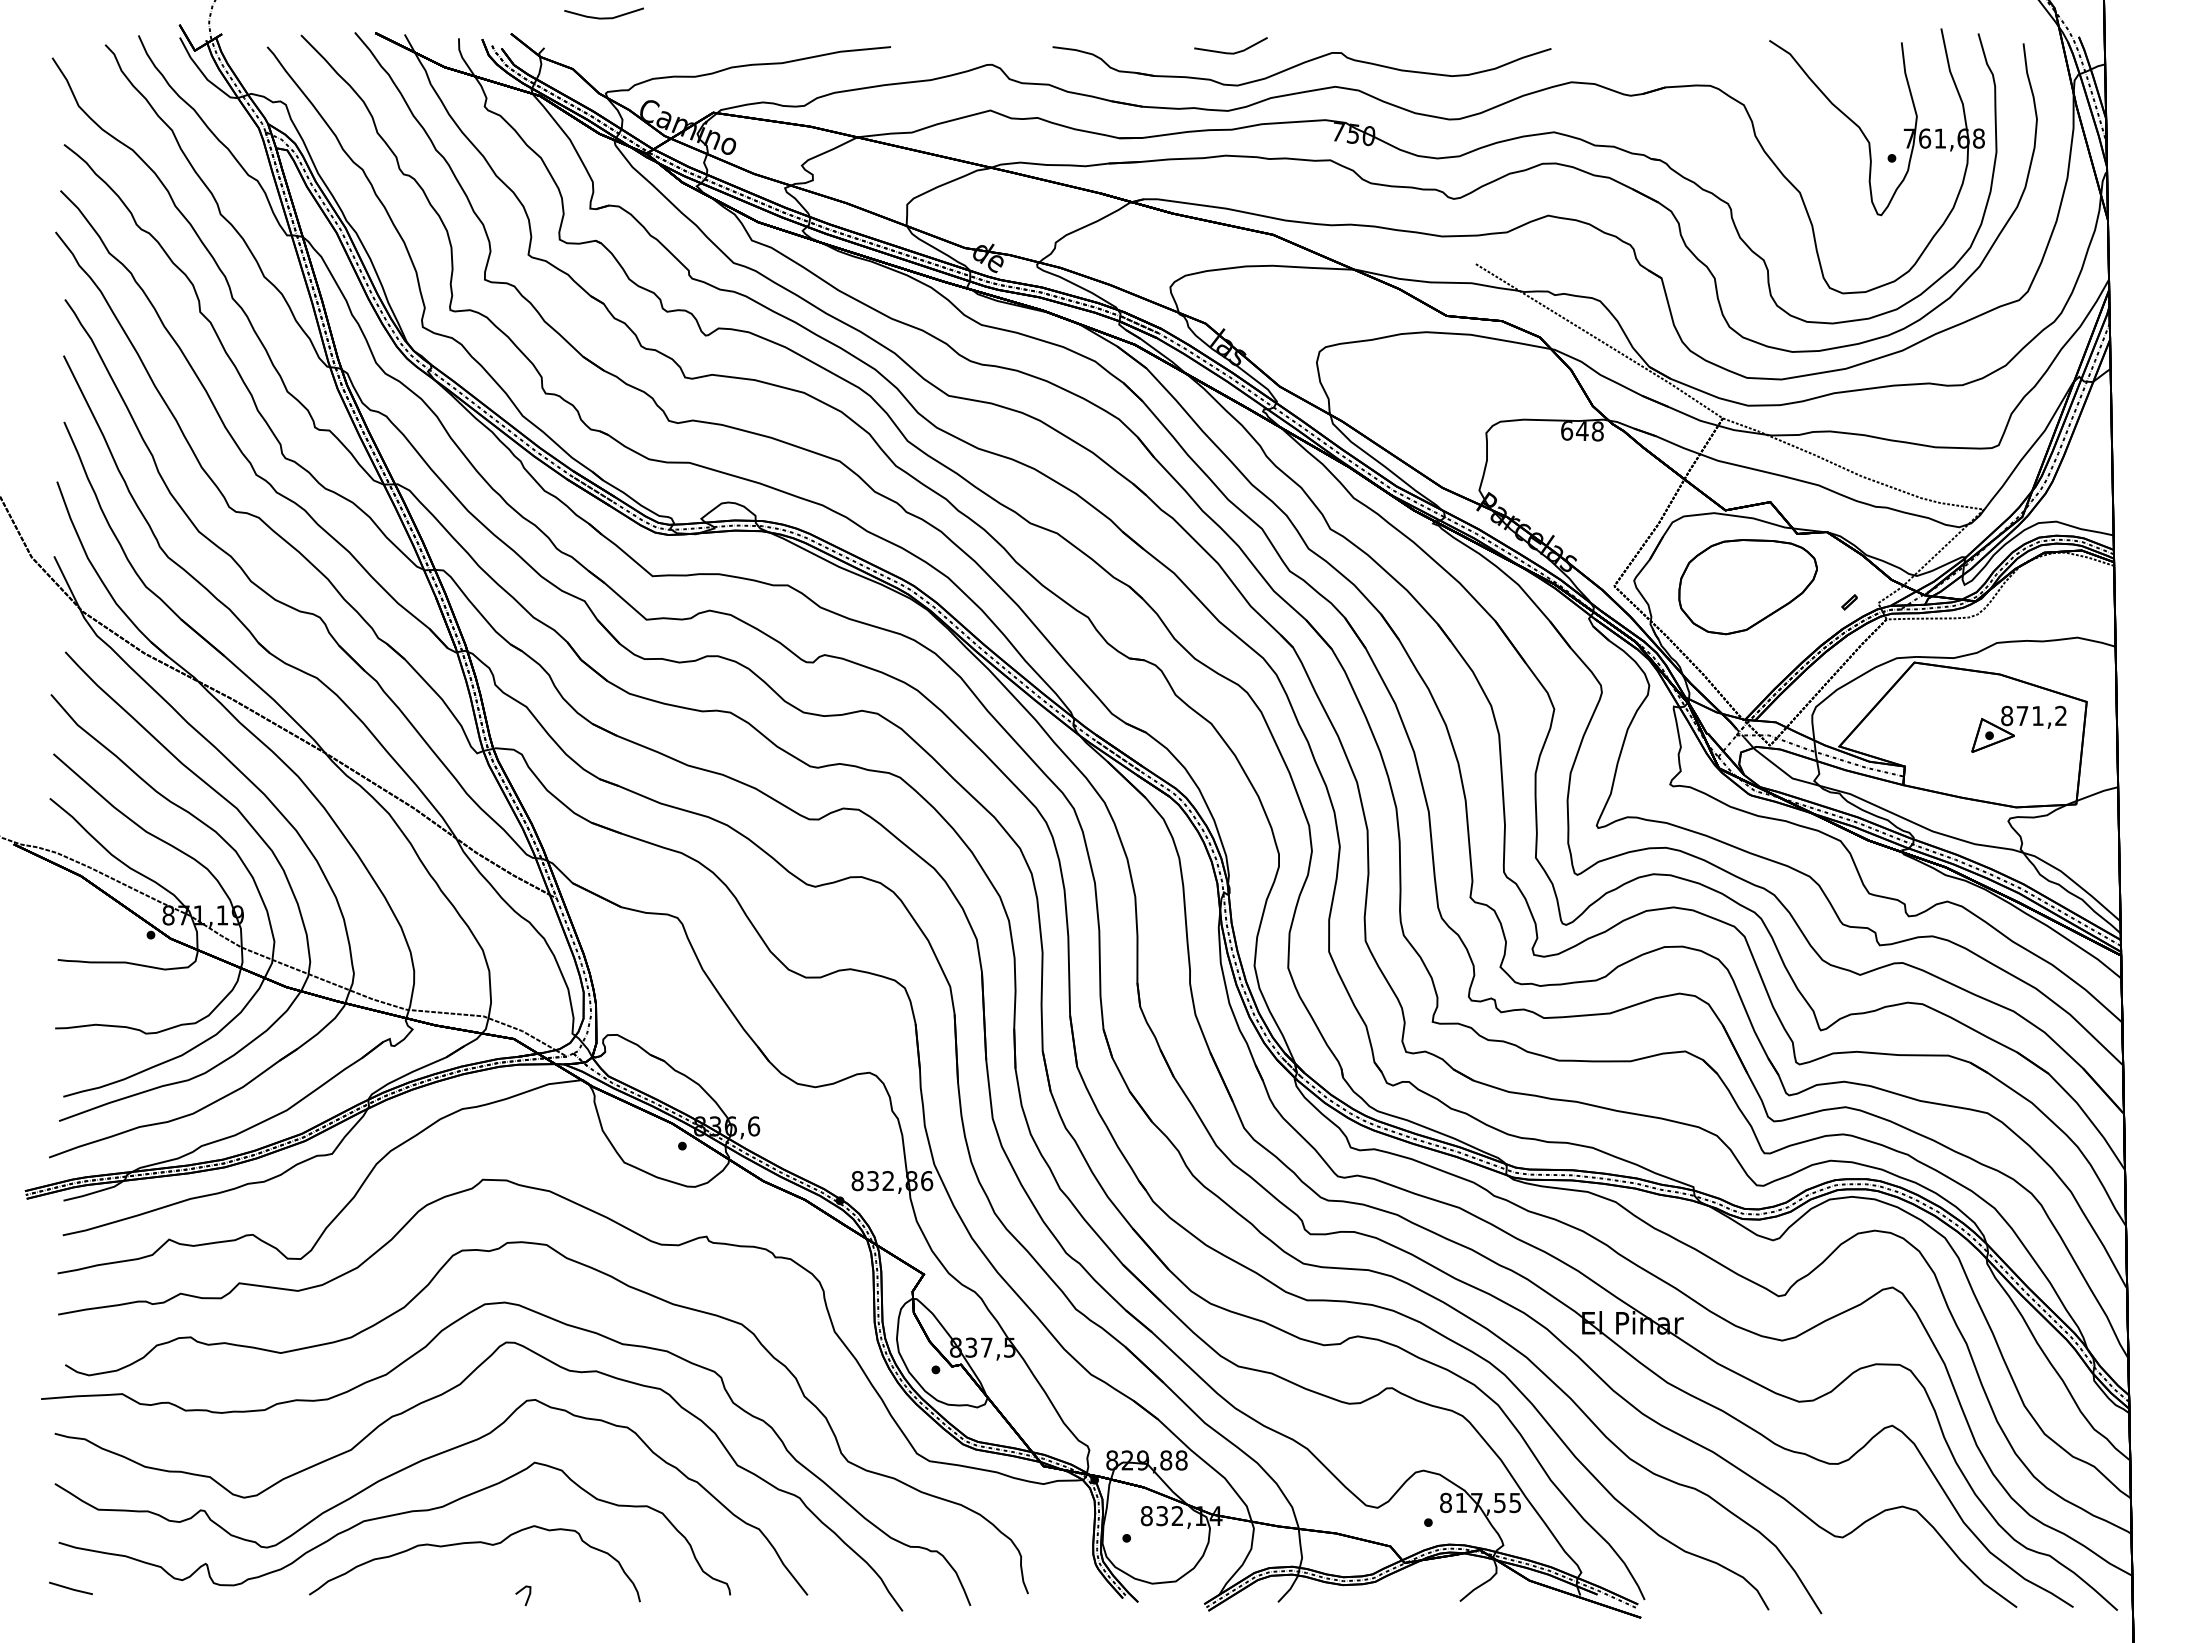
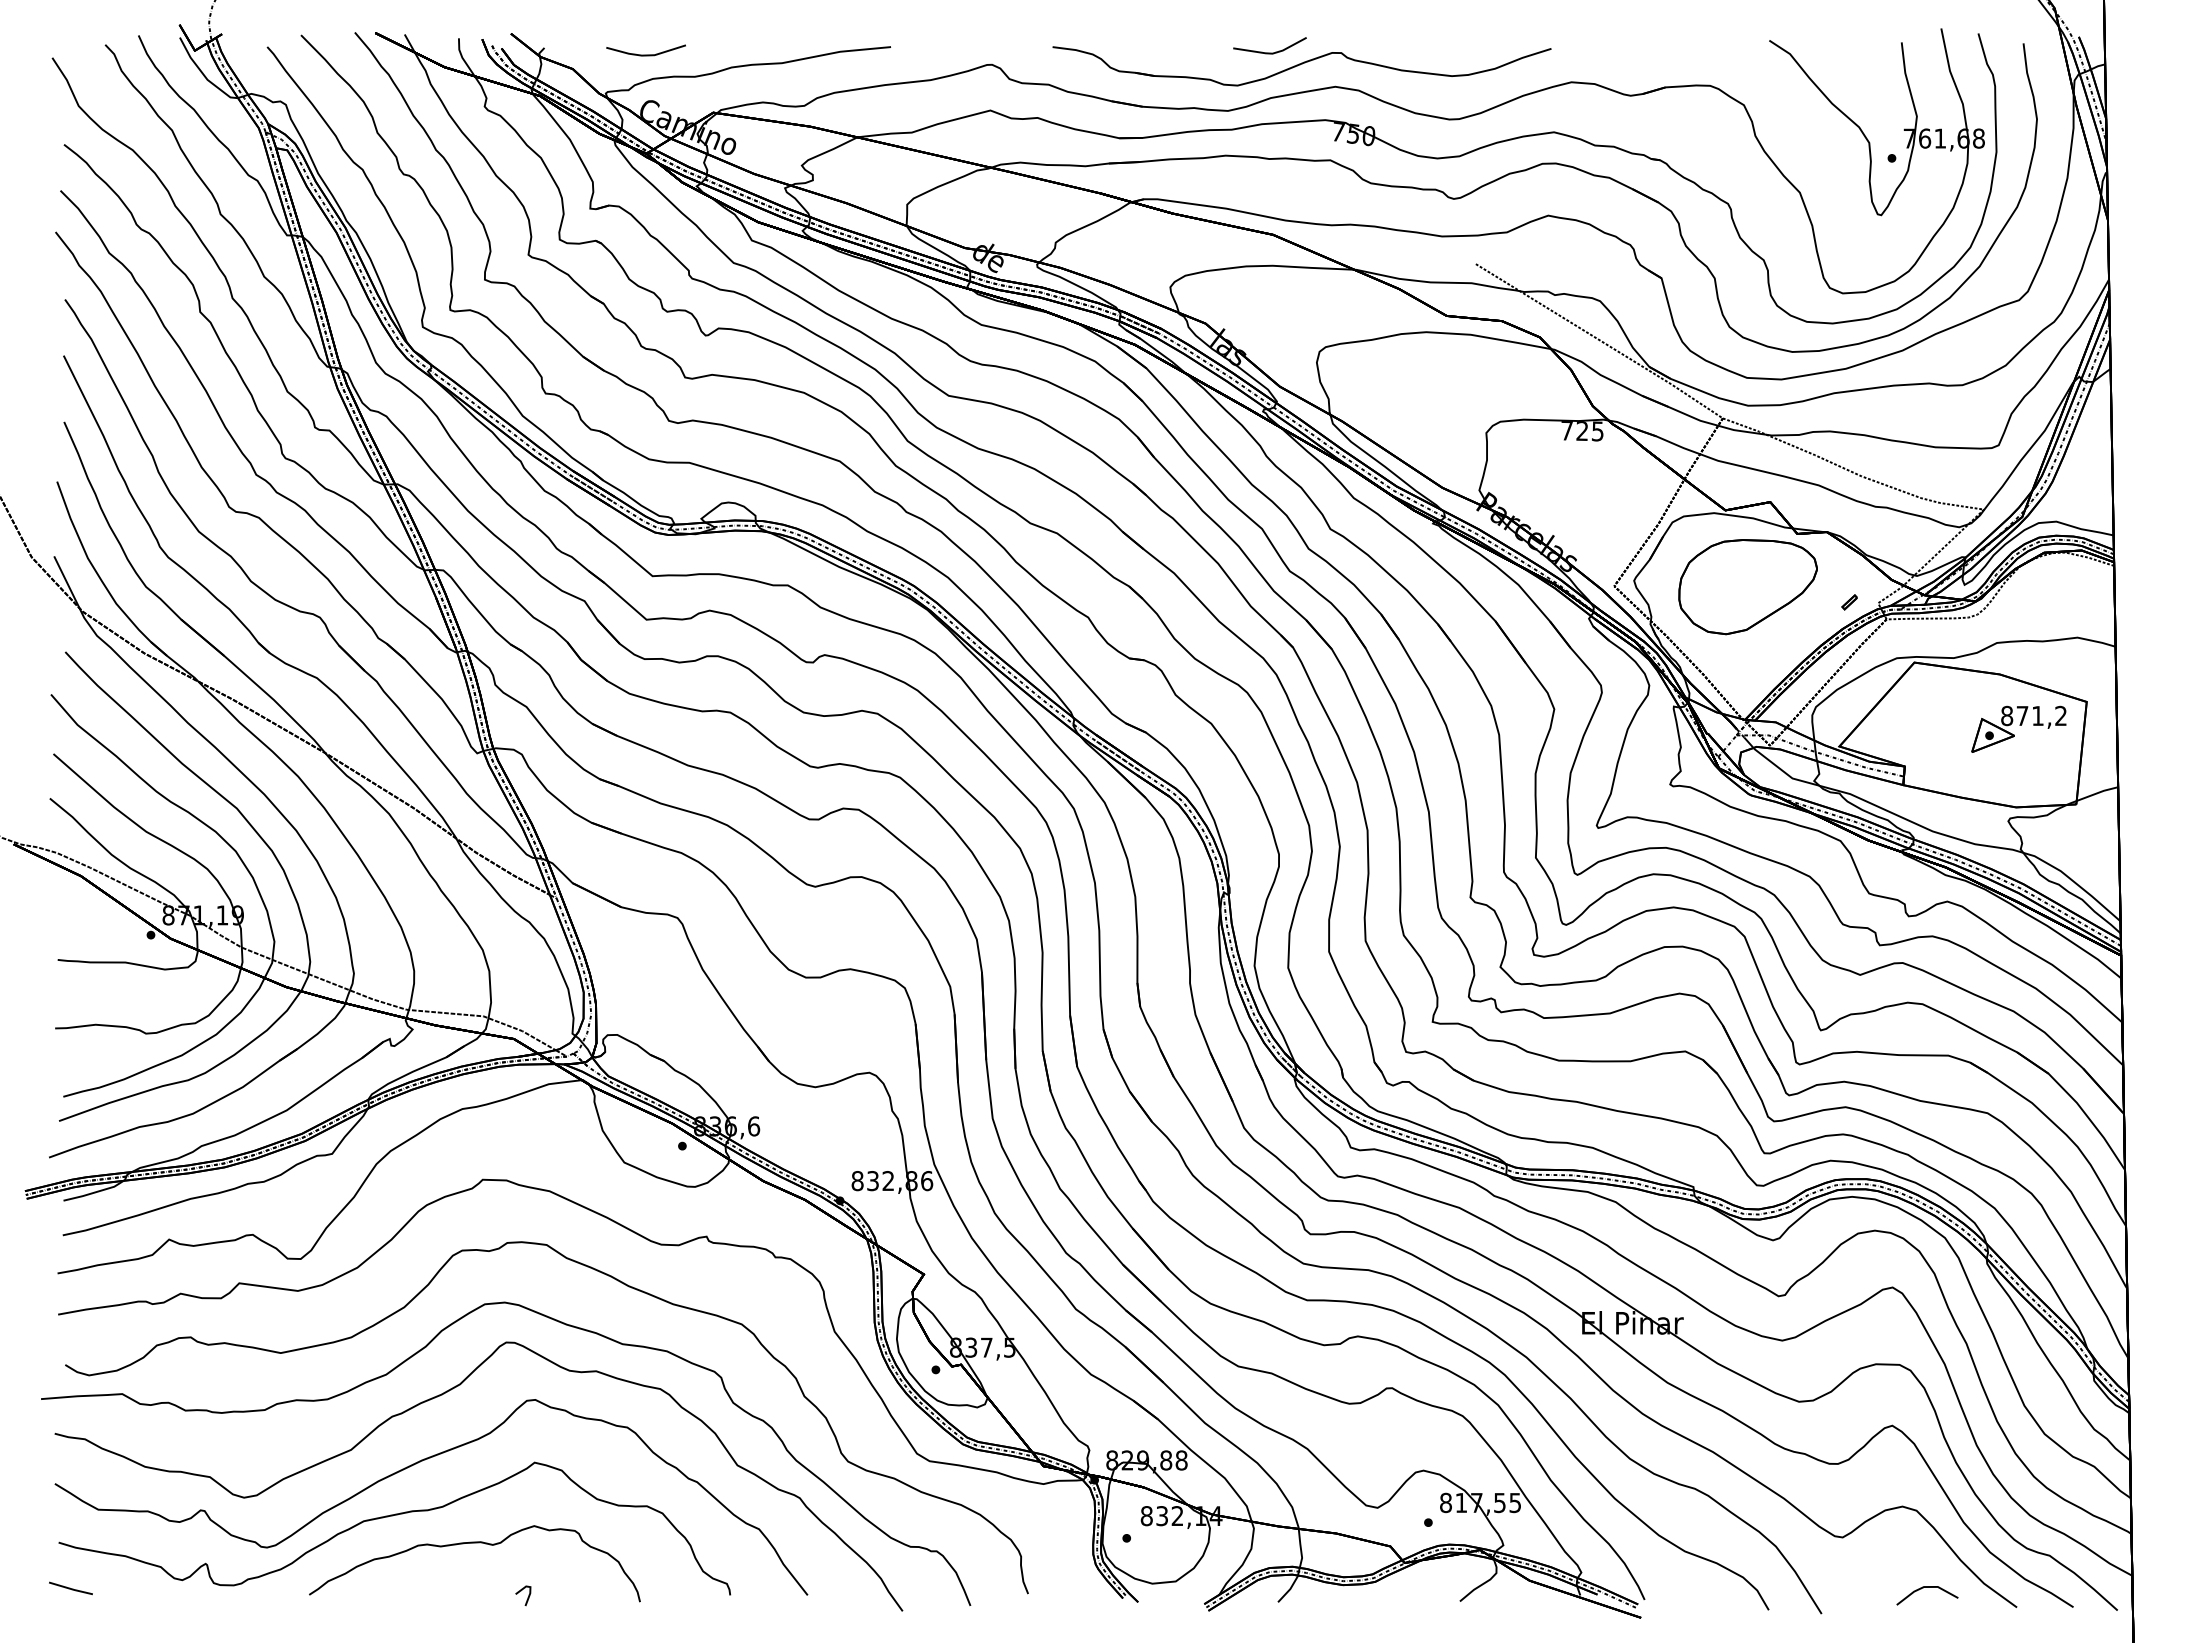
line at (603, 17) position: (603, 17) -> (645, 54)
line at (1230, 52) position: (1230, 52) -> (1269, 52)
text at (1582, 431): 648 -> 725
line at (1927, 1587): none -> present
